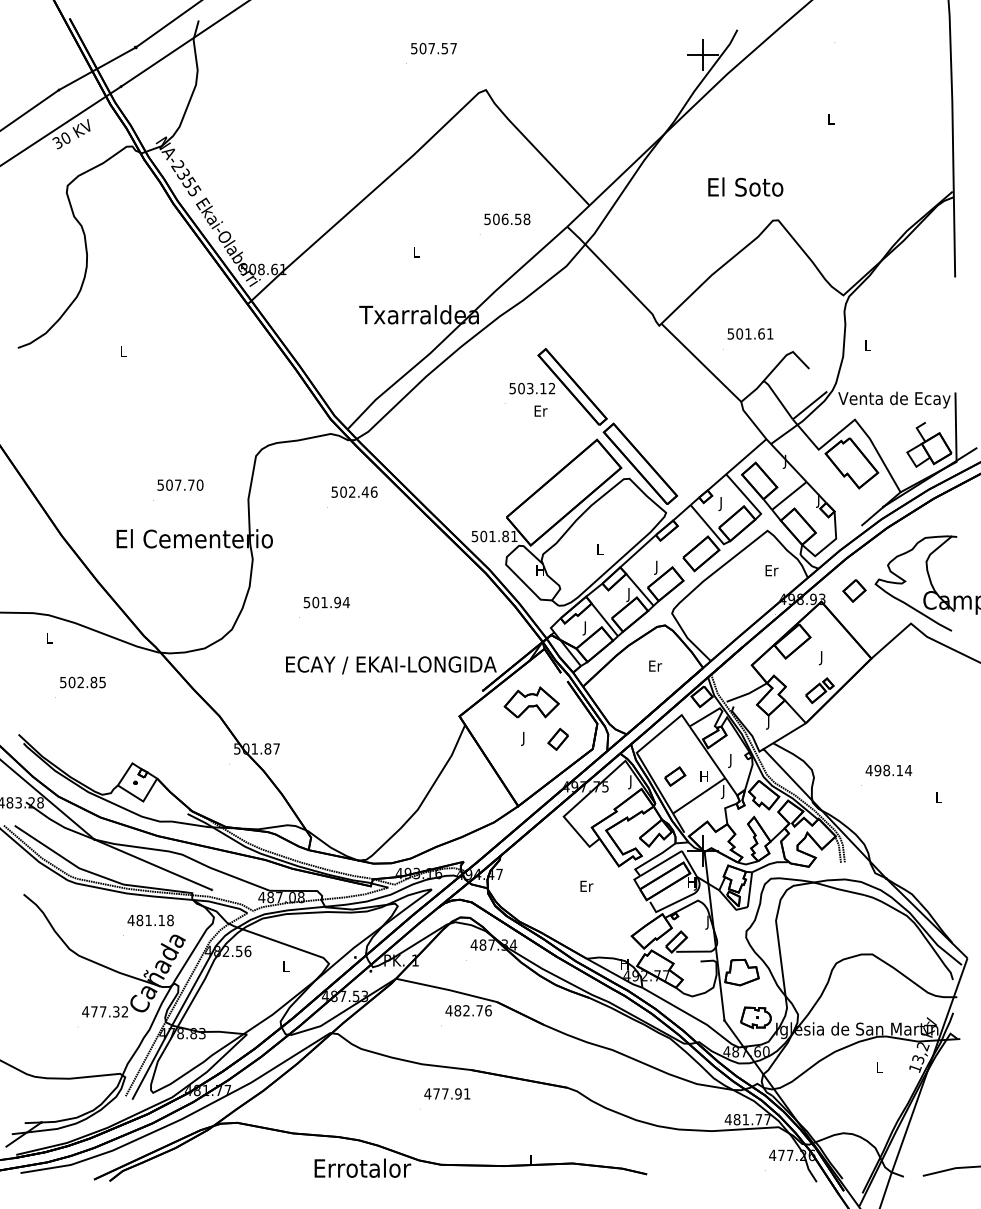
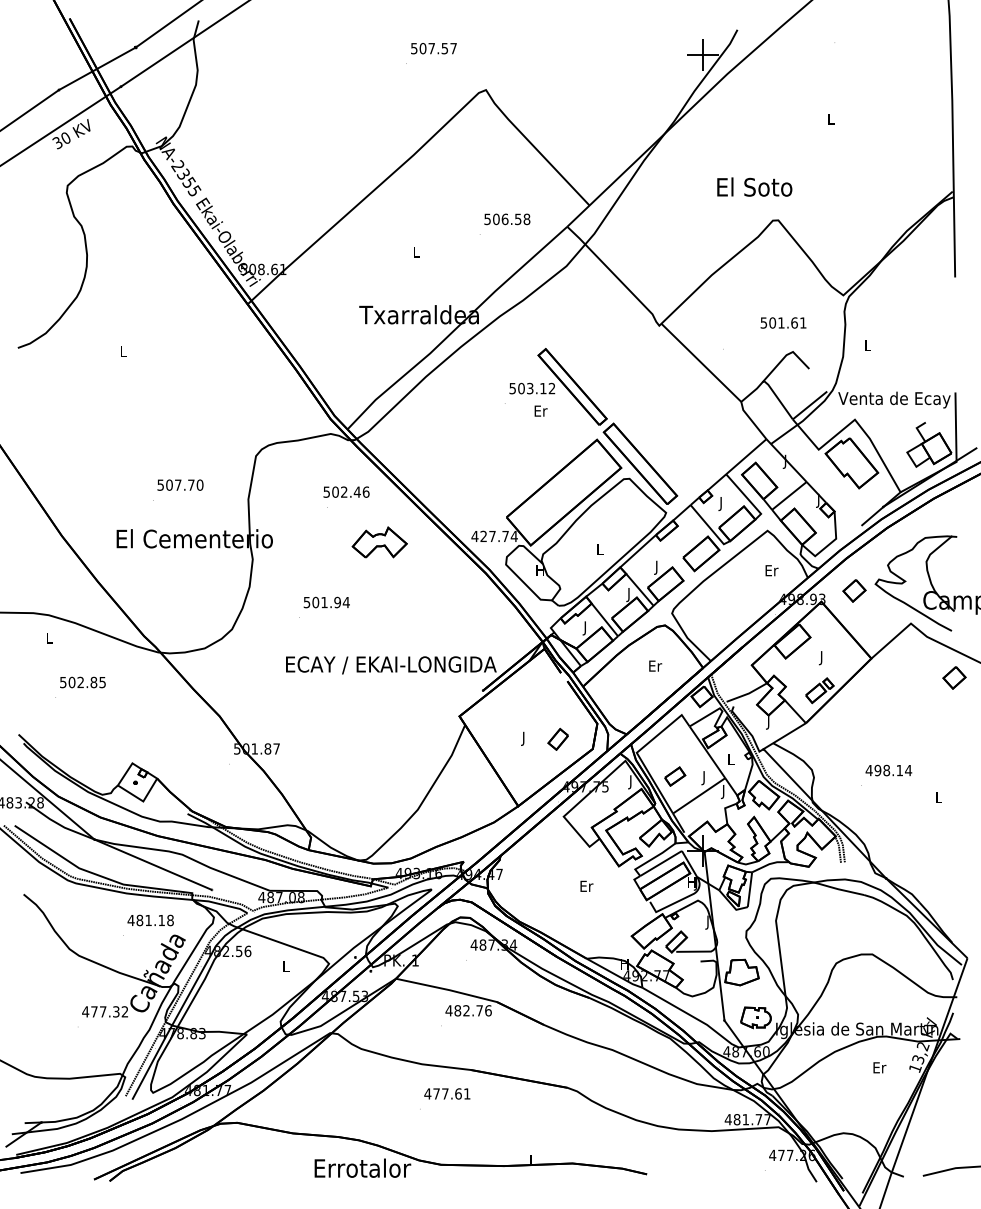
text at (745, 186) position: (745, 186) -> (754, 186)
text at (750, 333) position: (750, 333) -> (783, 322)
text at (354, 491) position: (354, 491) -> (346, 491)
text at (494, 536): 501.81 -> 427.74
part at (954, 677): none -> present
part at (531, 702) position: (531, 702) -> (379, 542)
text at (731, 761): J -> L
text at (703, 778): H -> J
text at (879, 1067): L -> Er
text at (458, 1093): 477.91 -> 477.61
